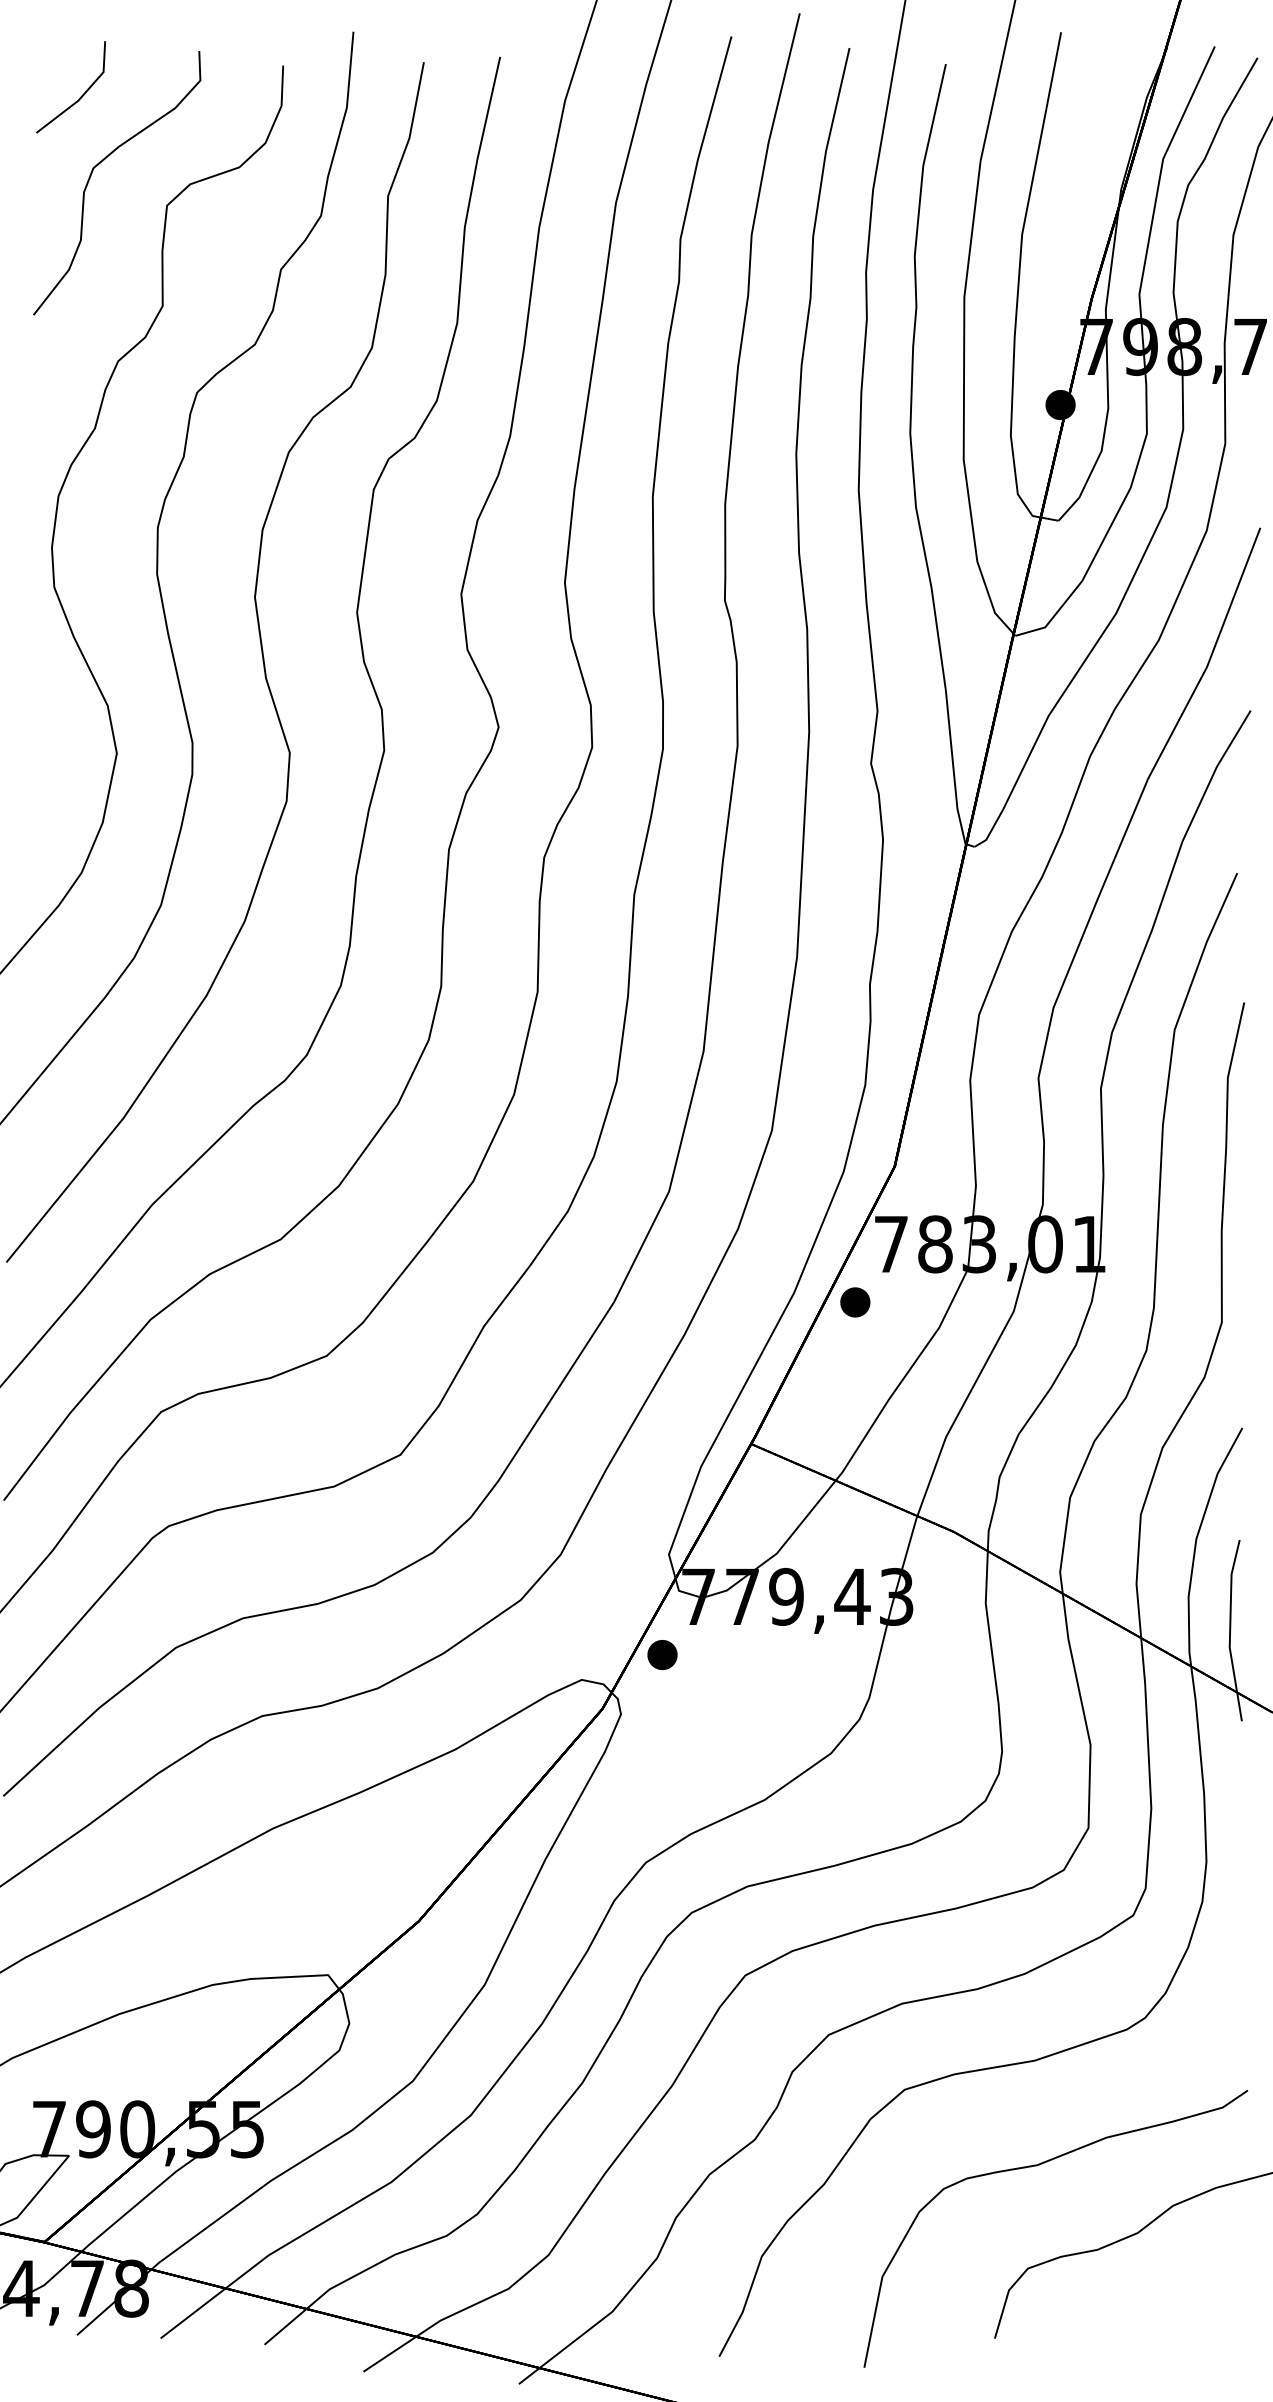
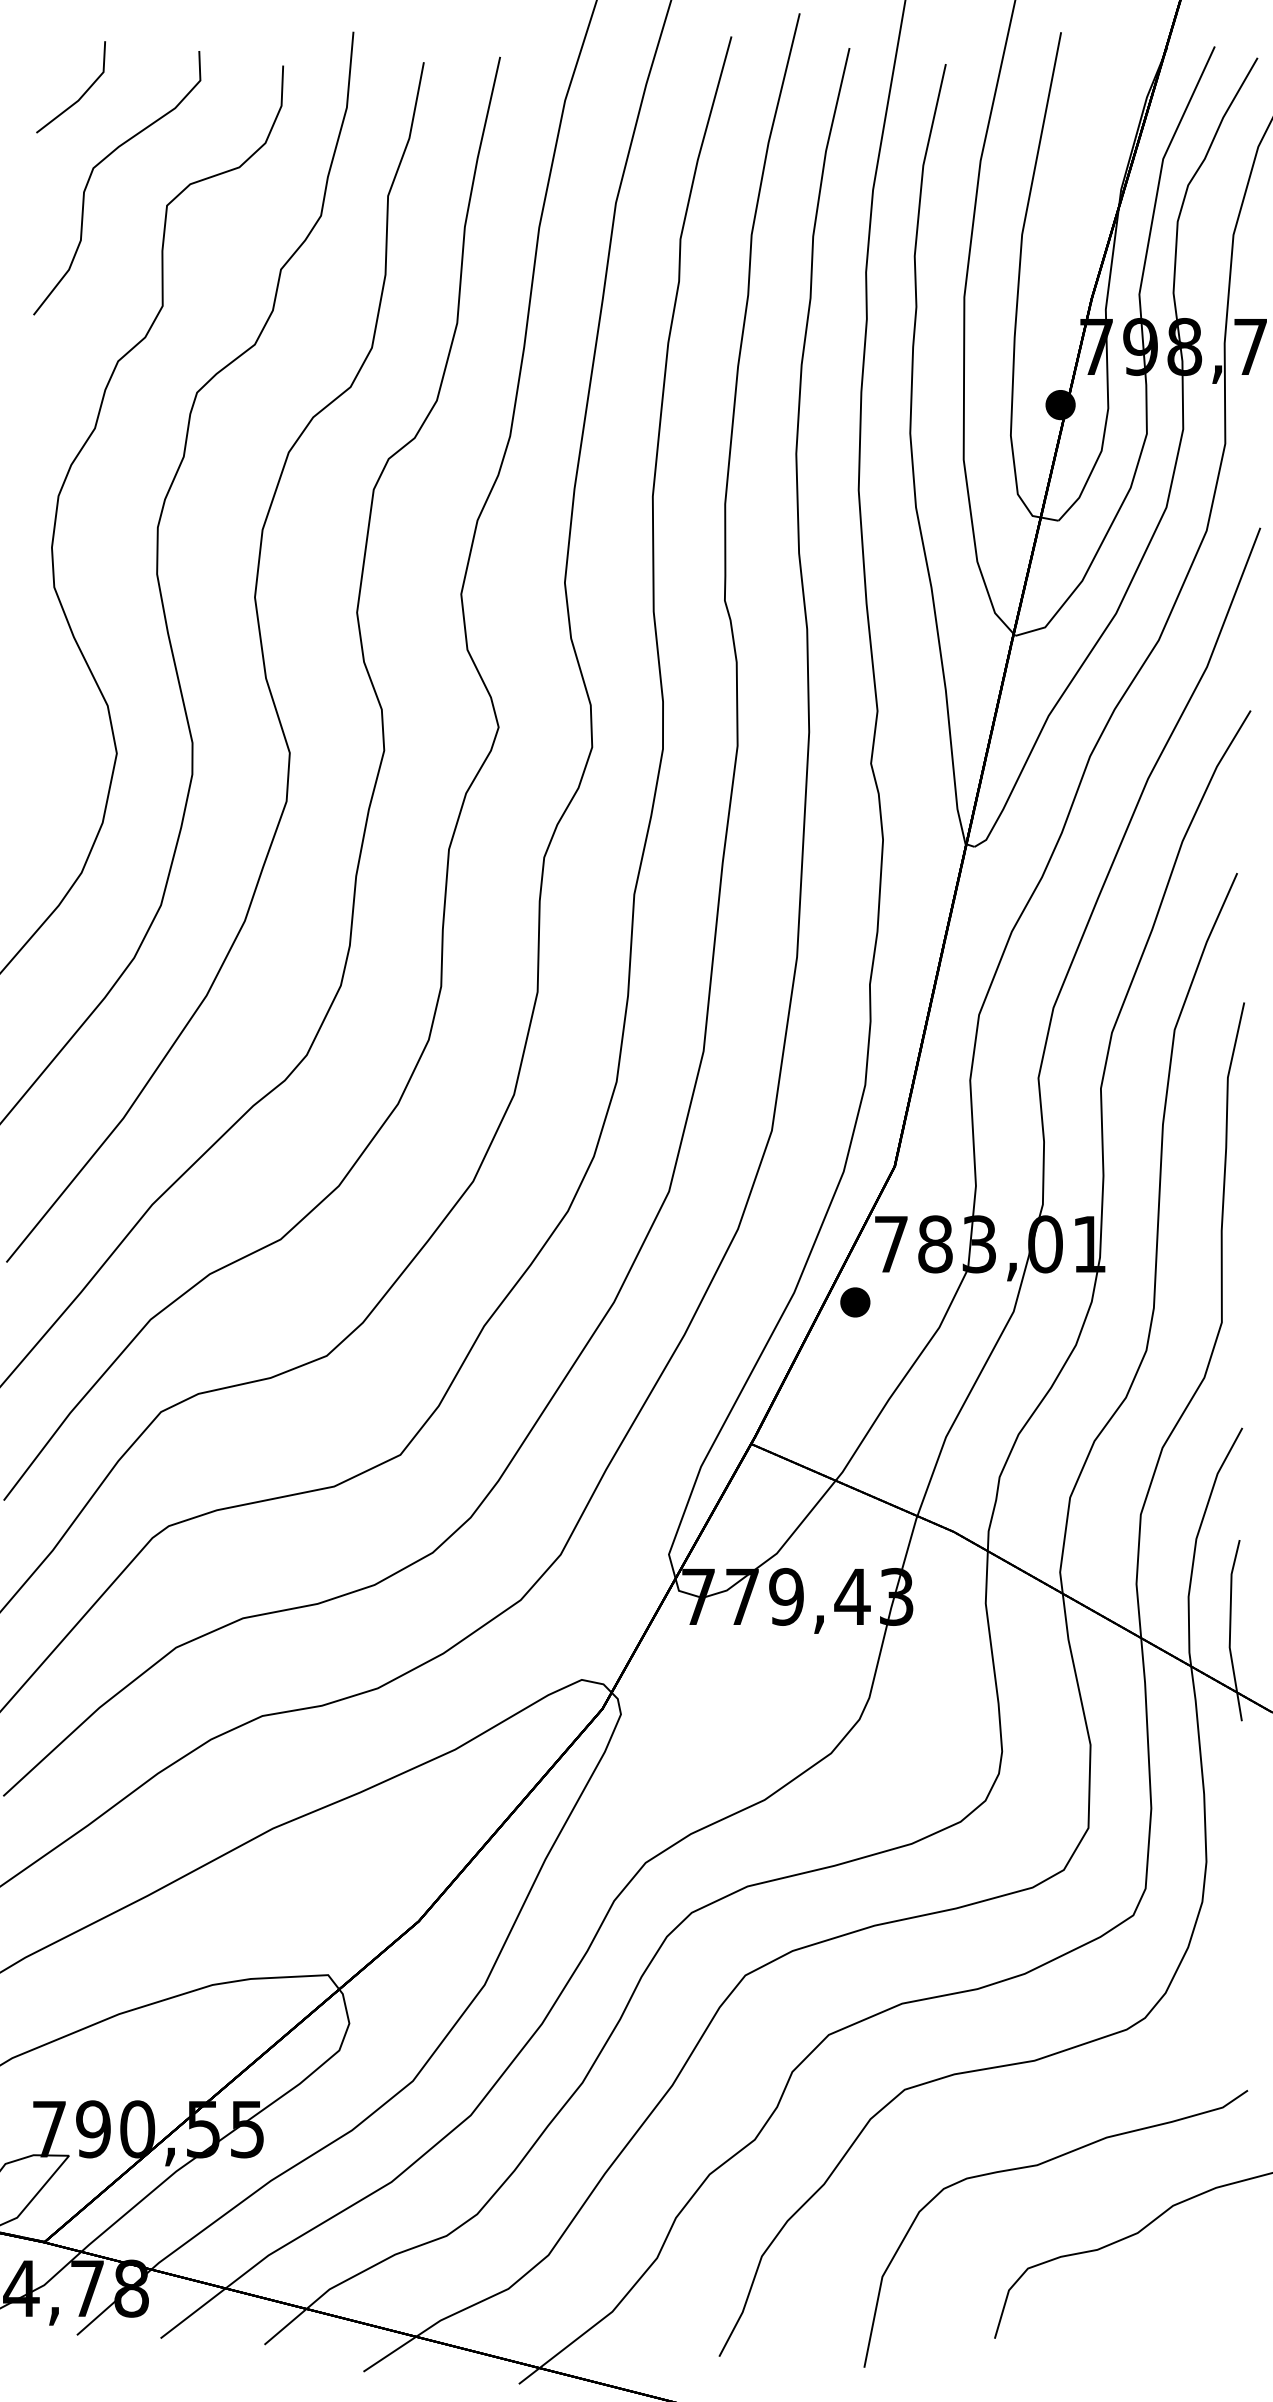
part at (662, 1654): present -> none
